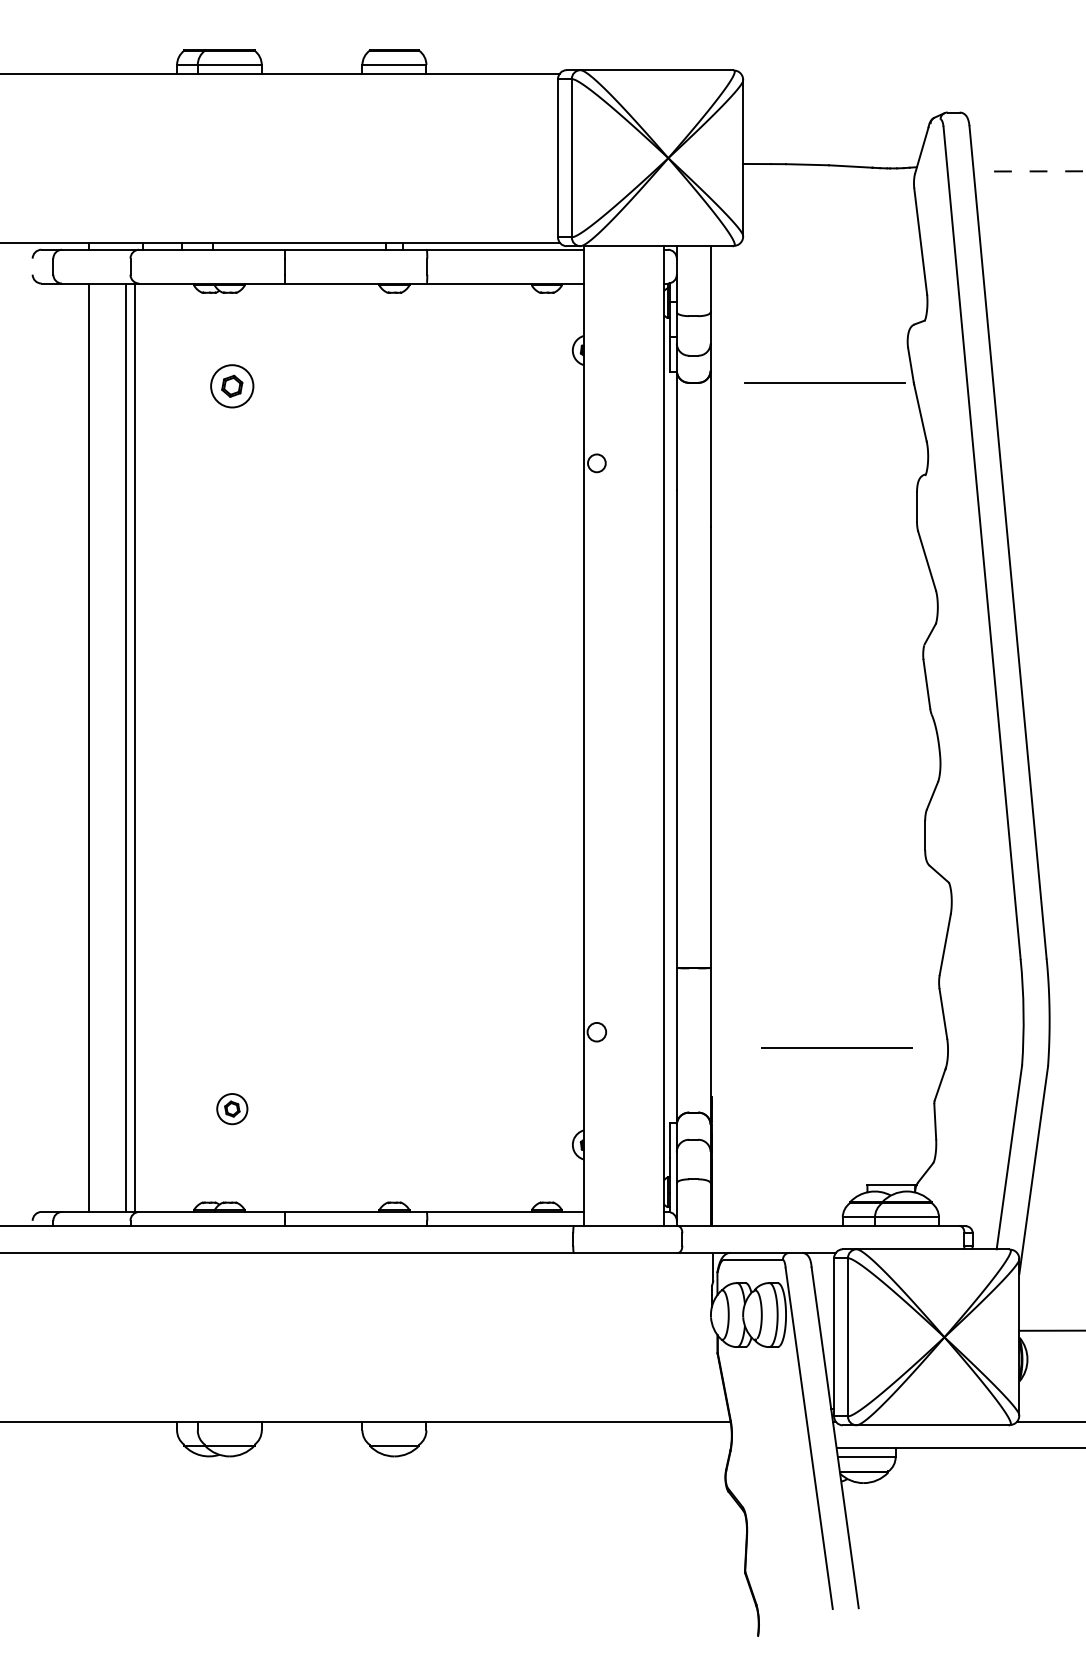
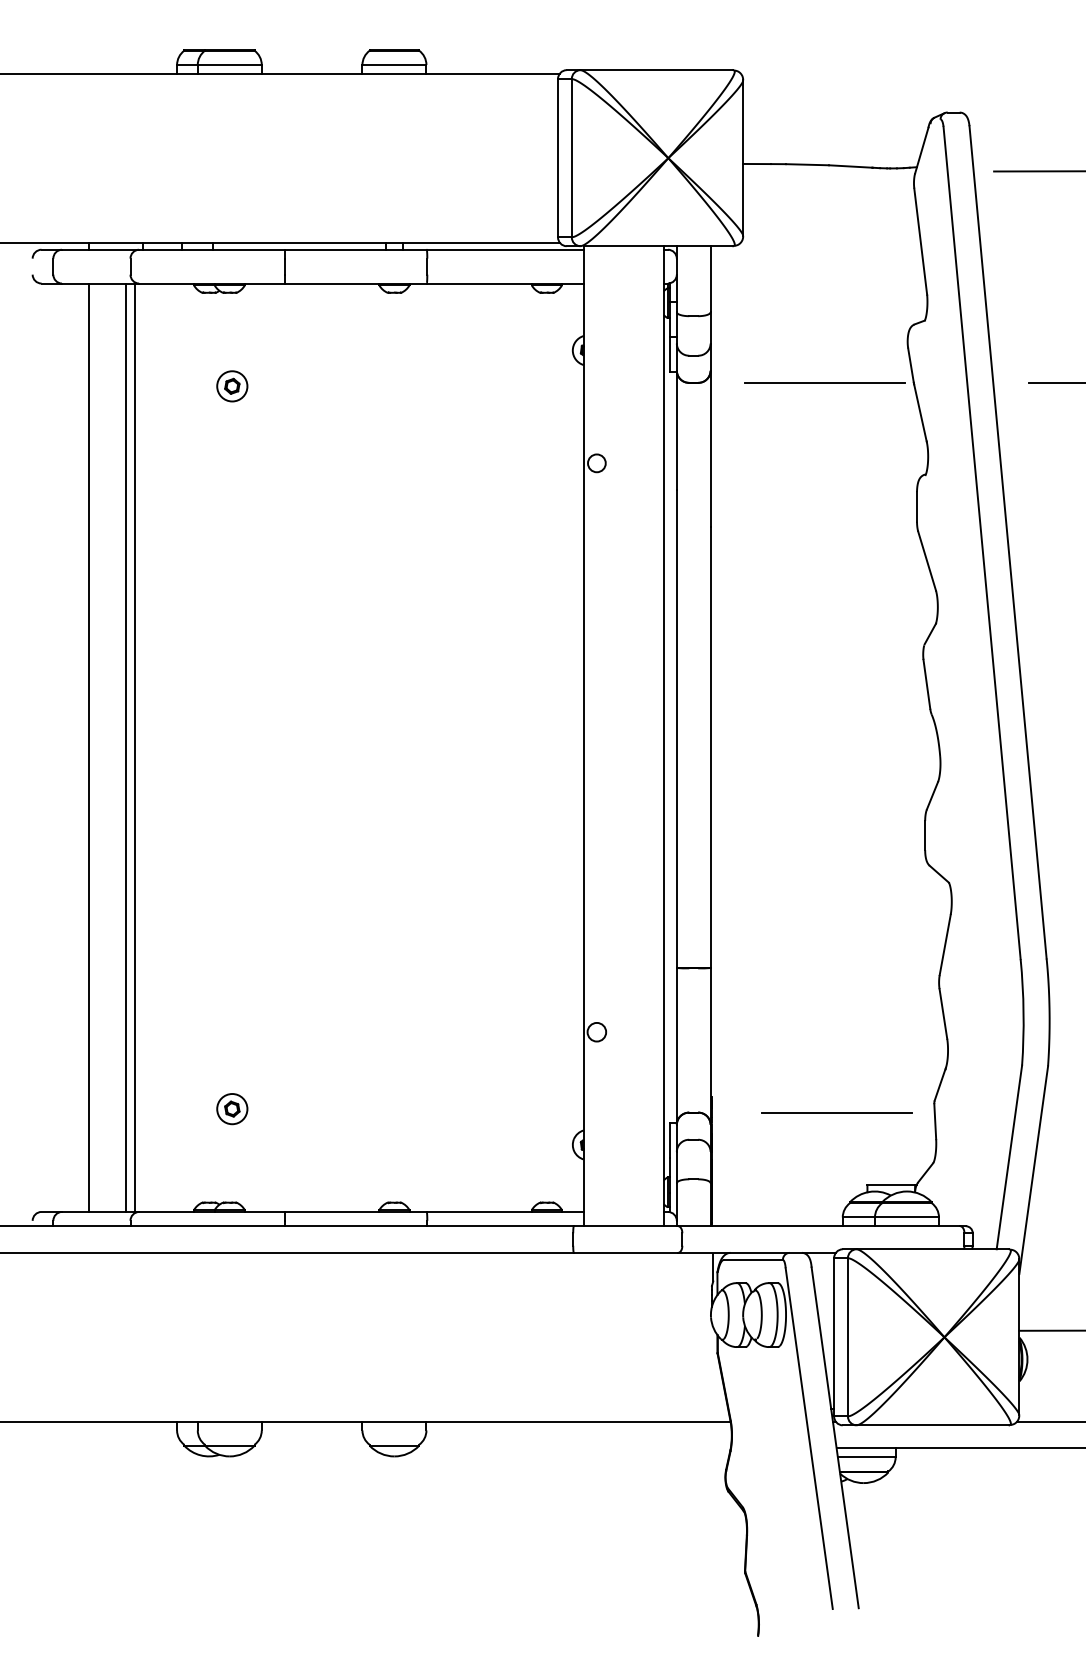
line at (1040, 171): dashed -> solid
line at (1055, 383): none -> present
part at (232, 386) size: 45x45 px -> 33x33 px
line at (836, 1047) position: (836, 1047) -> (836, 1112)
